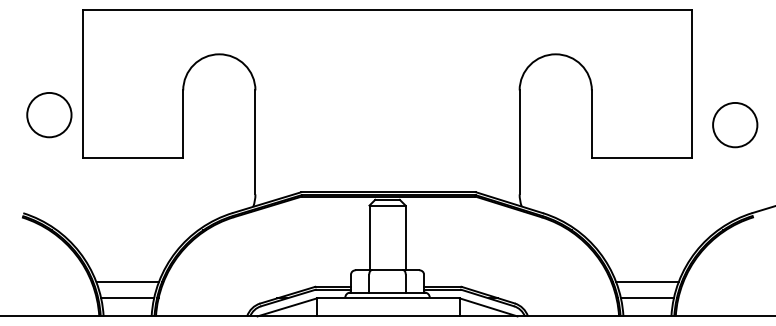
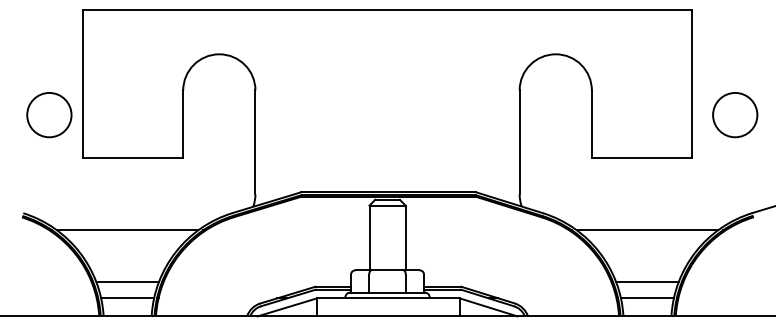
circle at (735, 125) position: (735, 125) -> (735, 115)
line at (127, 230): none -> present
line at (647, 230): none -> present
